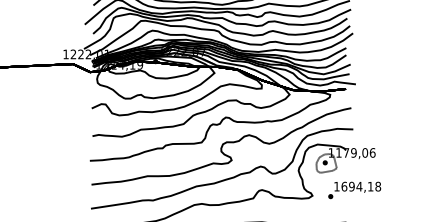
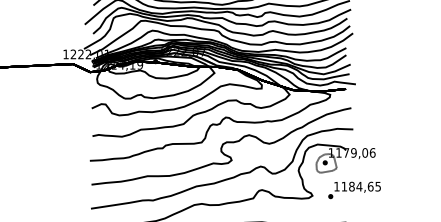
text at (361, 186): 1694,18 -> 1184,65
